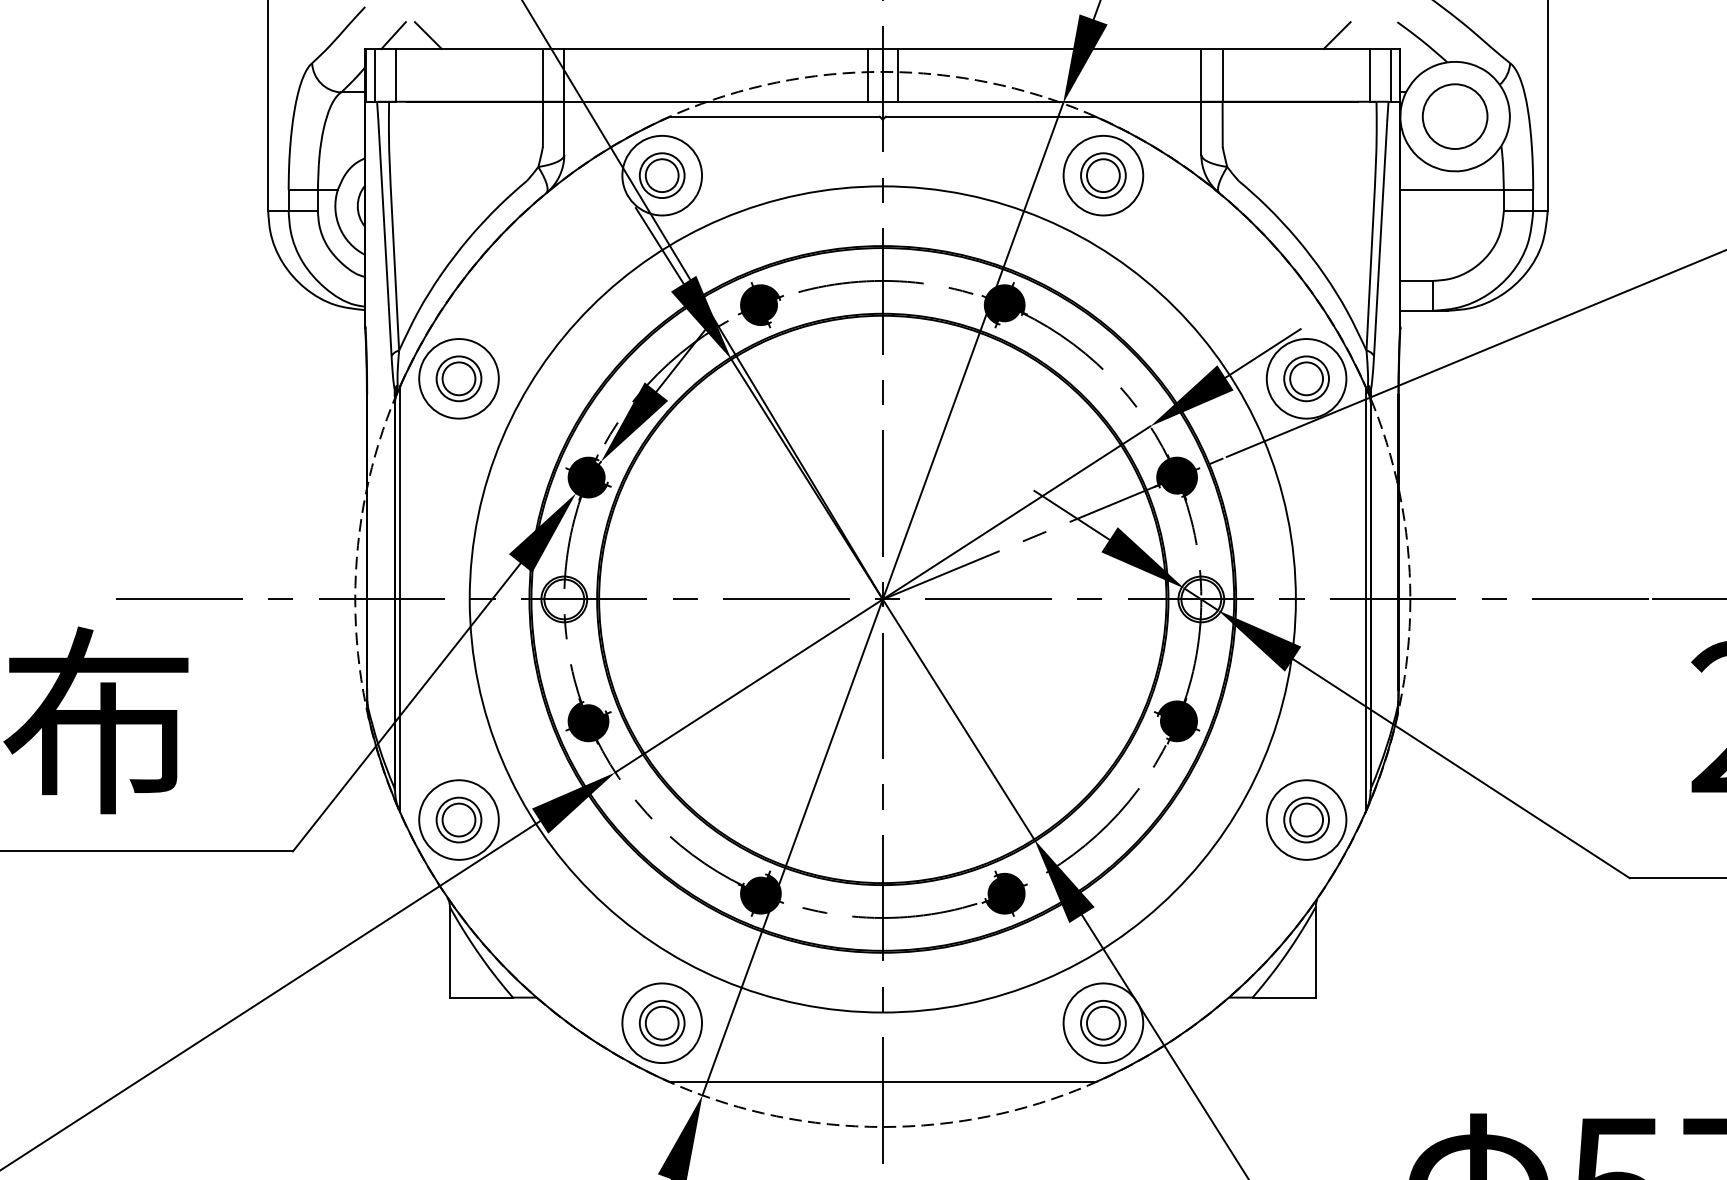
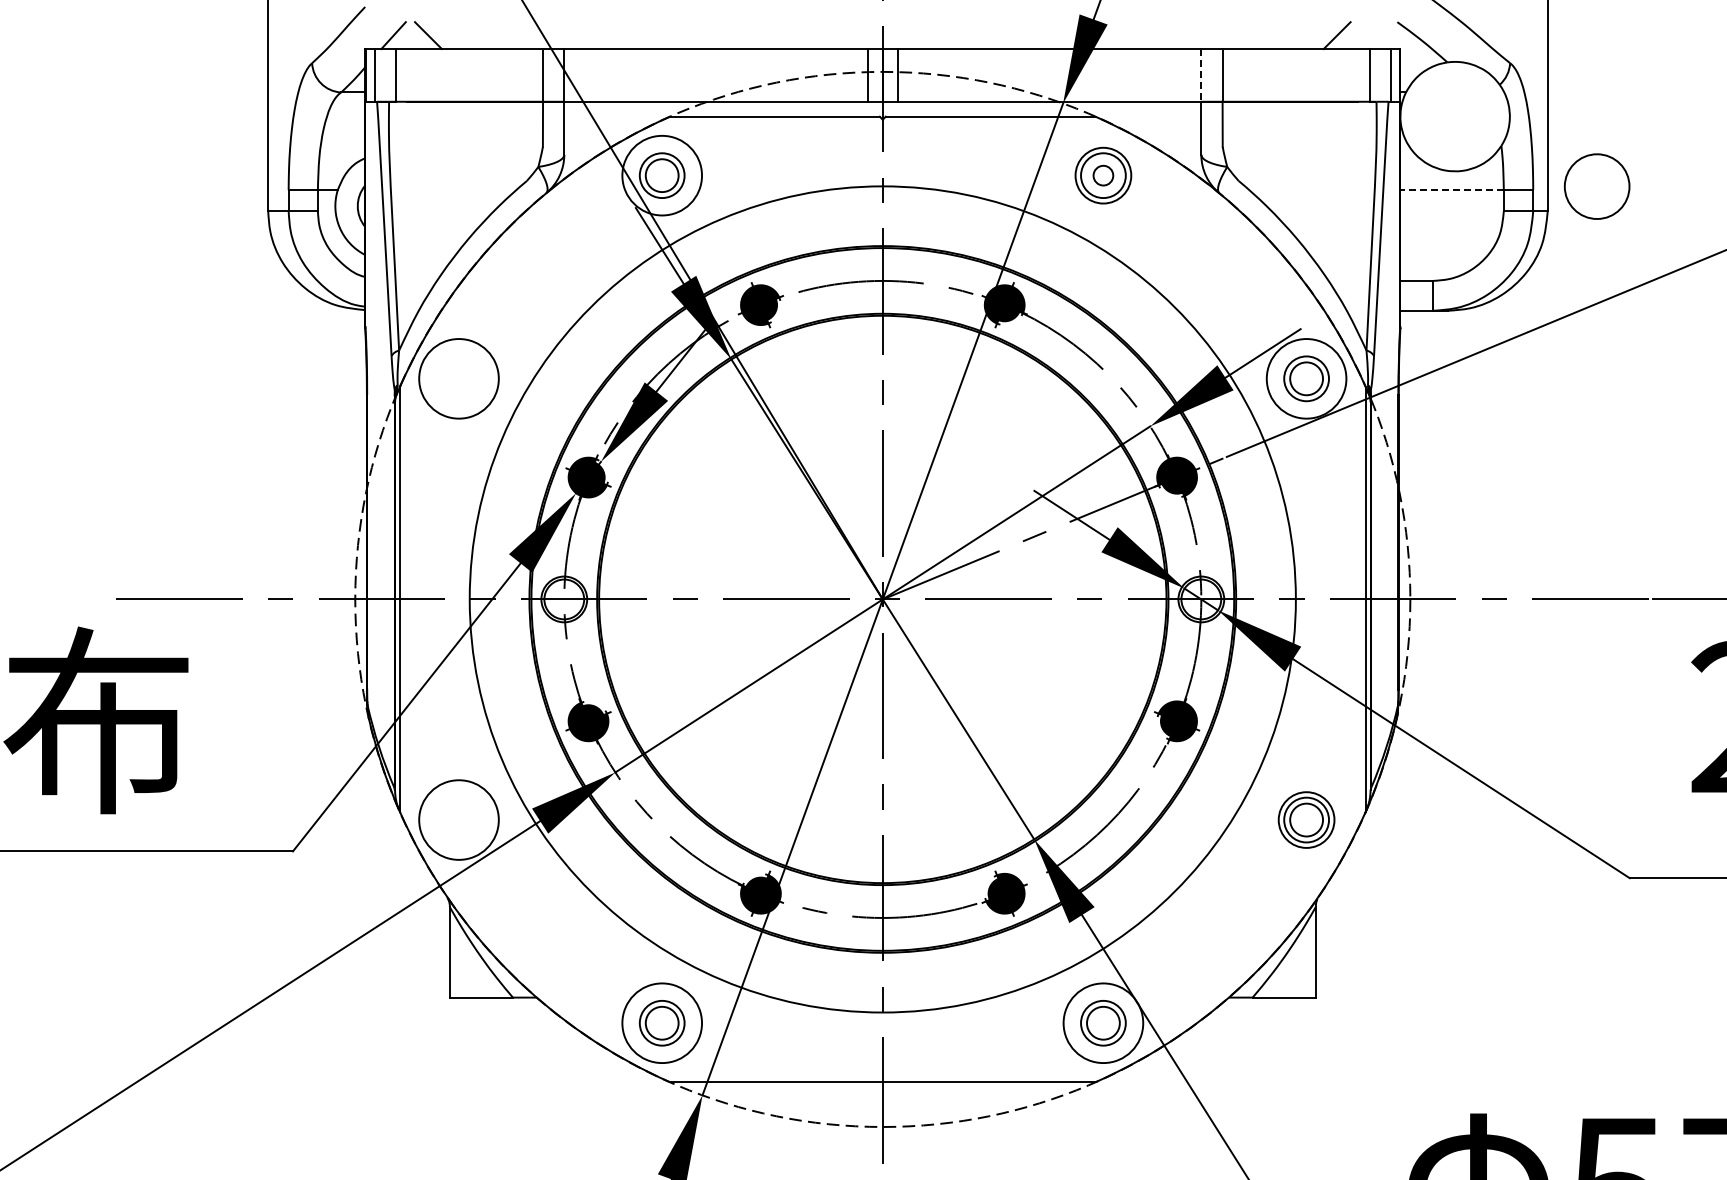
line at (1201, 75): solid -> dashed
circle at (1454, 116) position: (1454, 116) -> (1596, 186)
circle at (1103, 175) diameter: 33 px -> 20 px
circle at (1103, 175) diameter: 80 px -> 56 px
line at (1452, 190): solid -> dashed
part at (458, 378): present -> none
part at (458, 819): present -> none
circle at (1306, 819) diameter: 80 px -> 56 px
